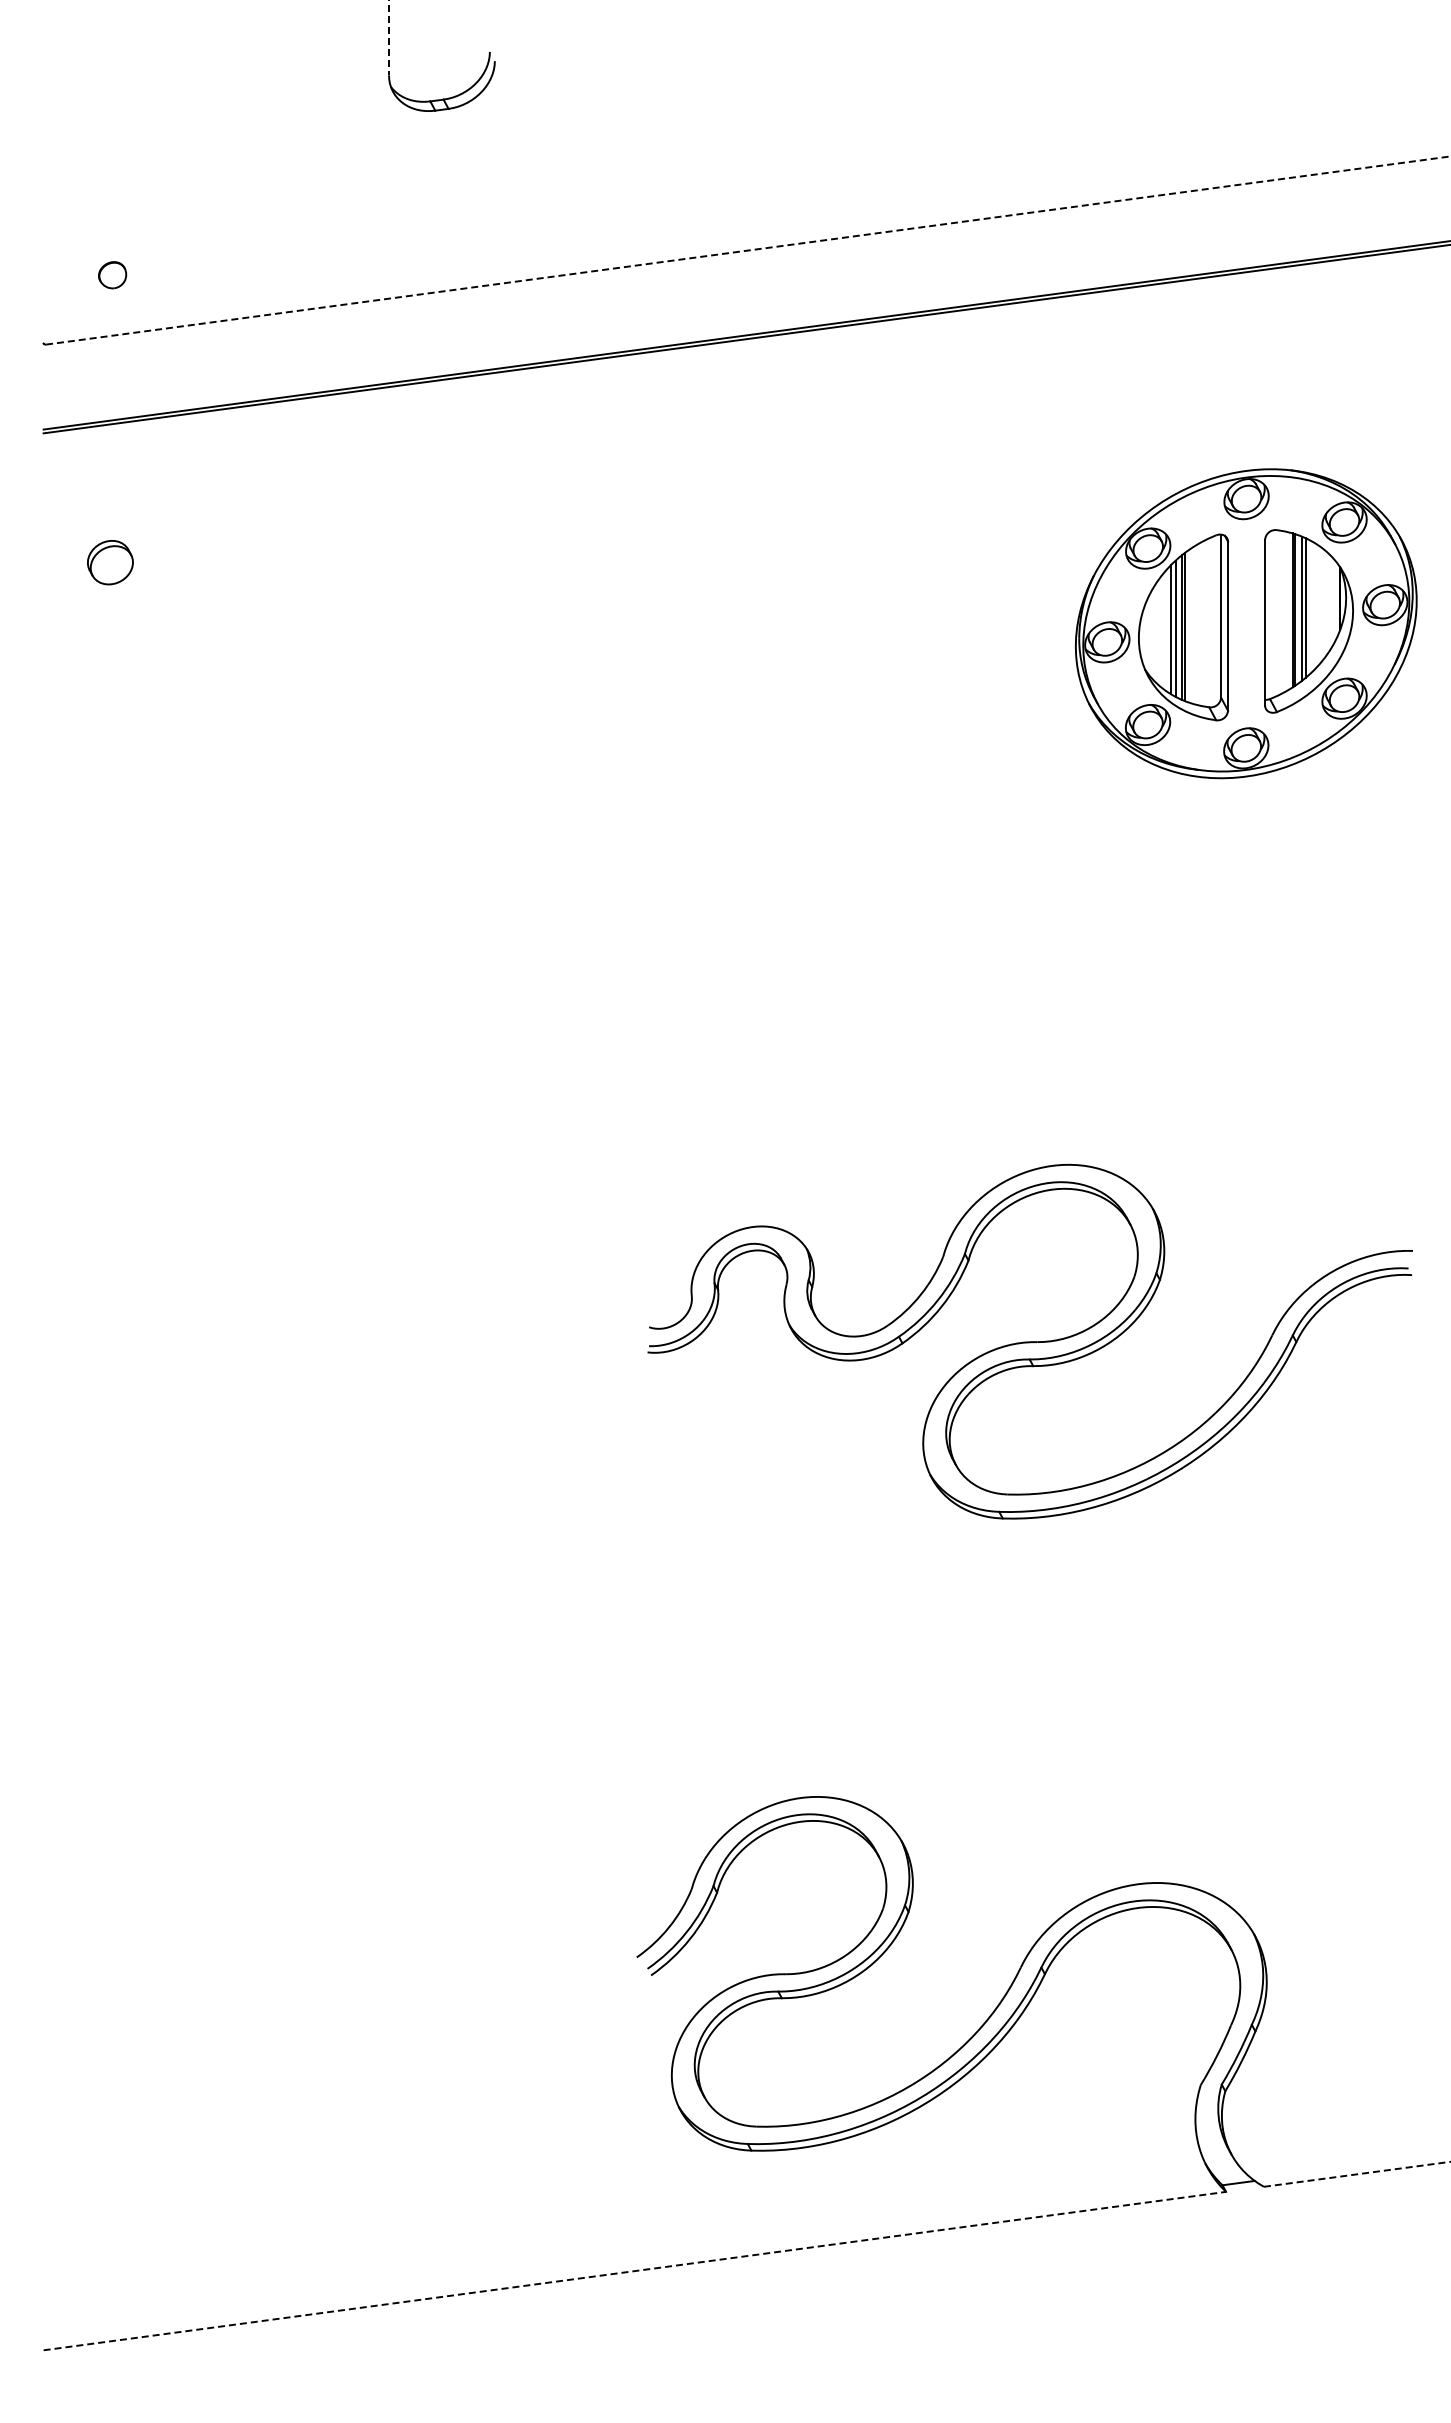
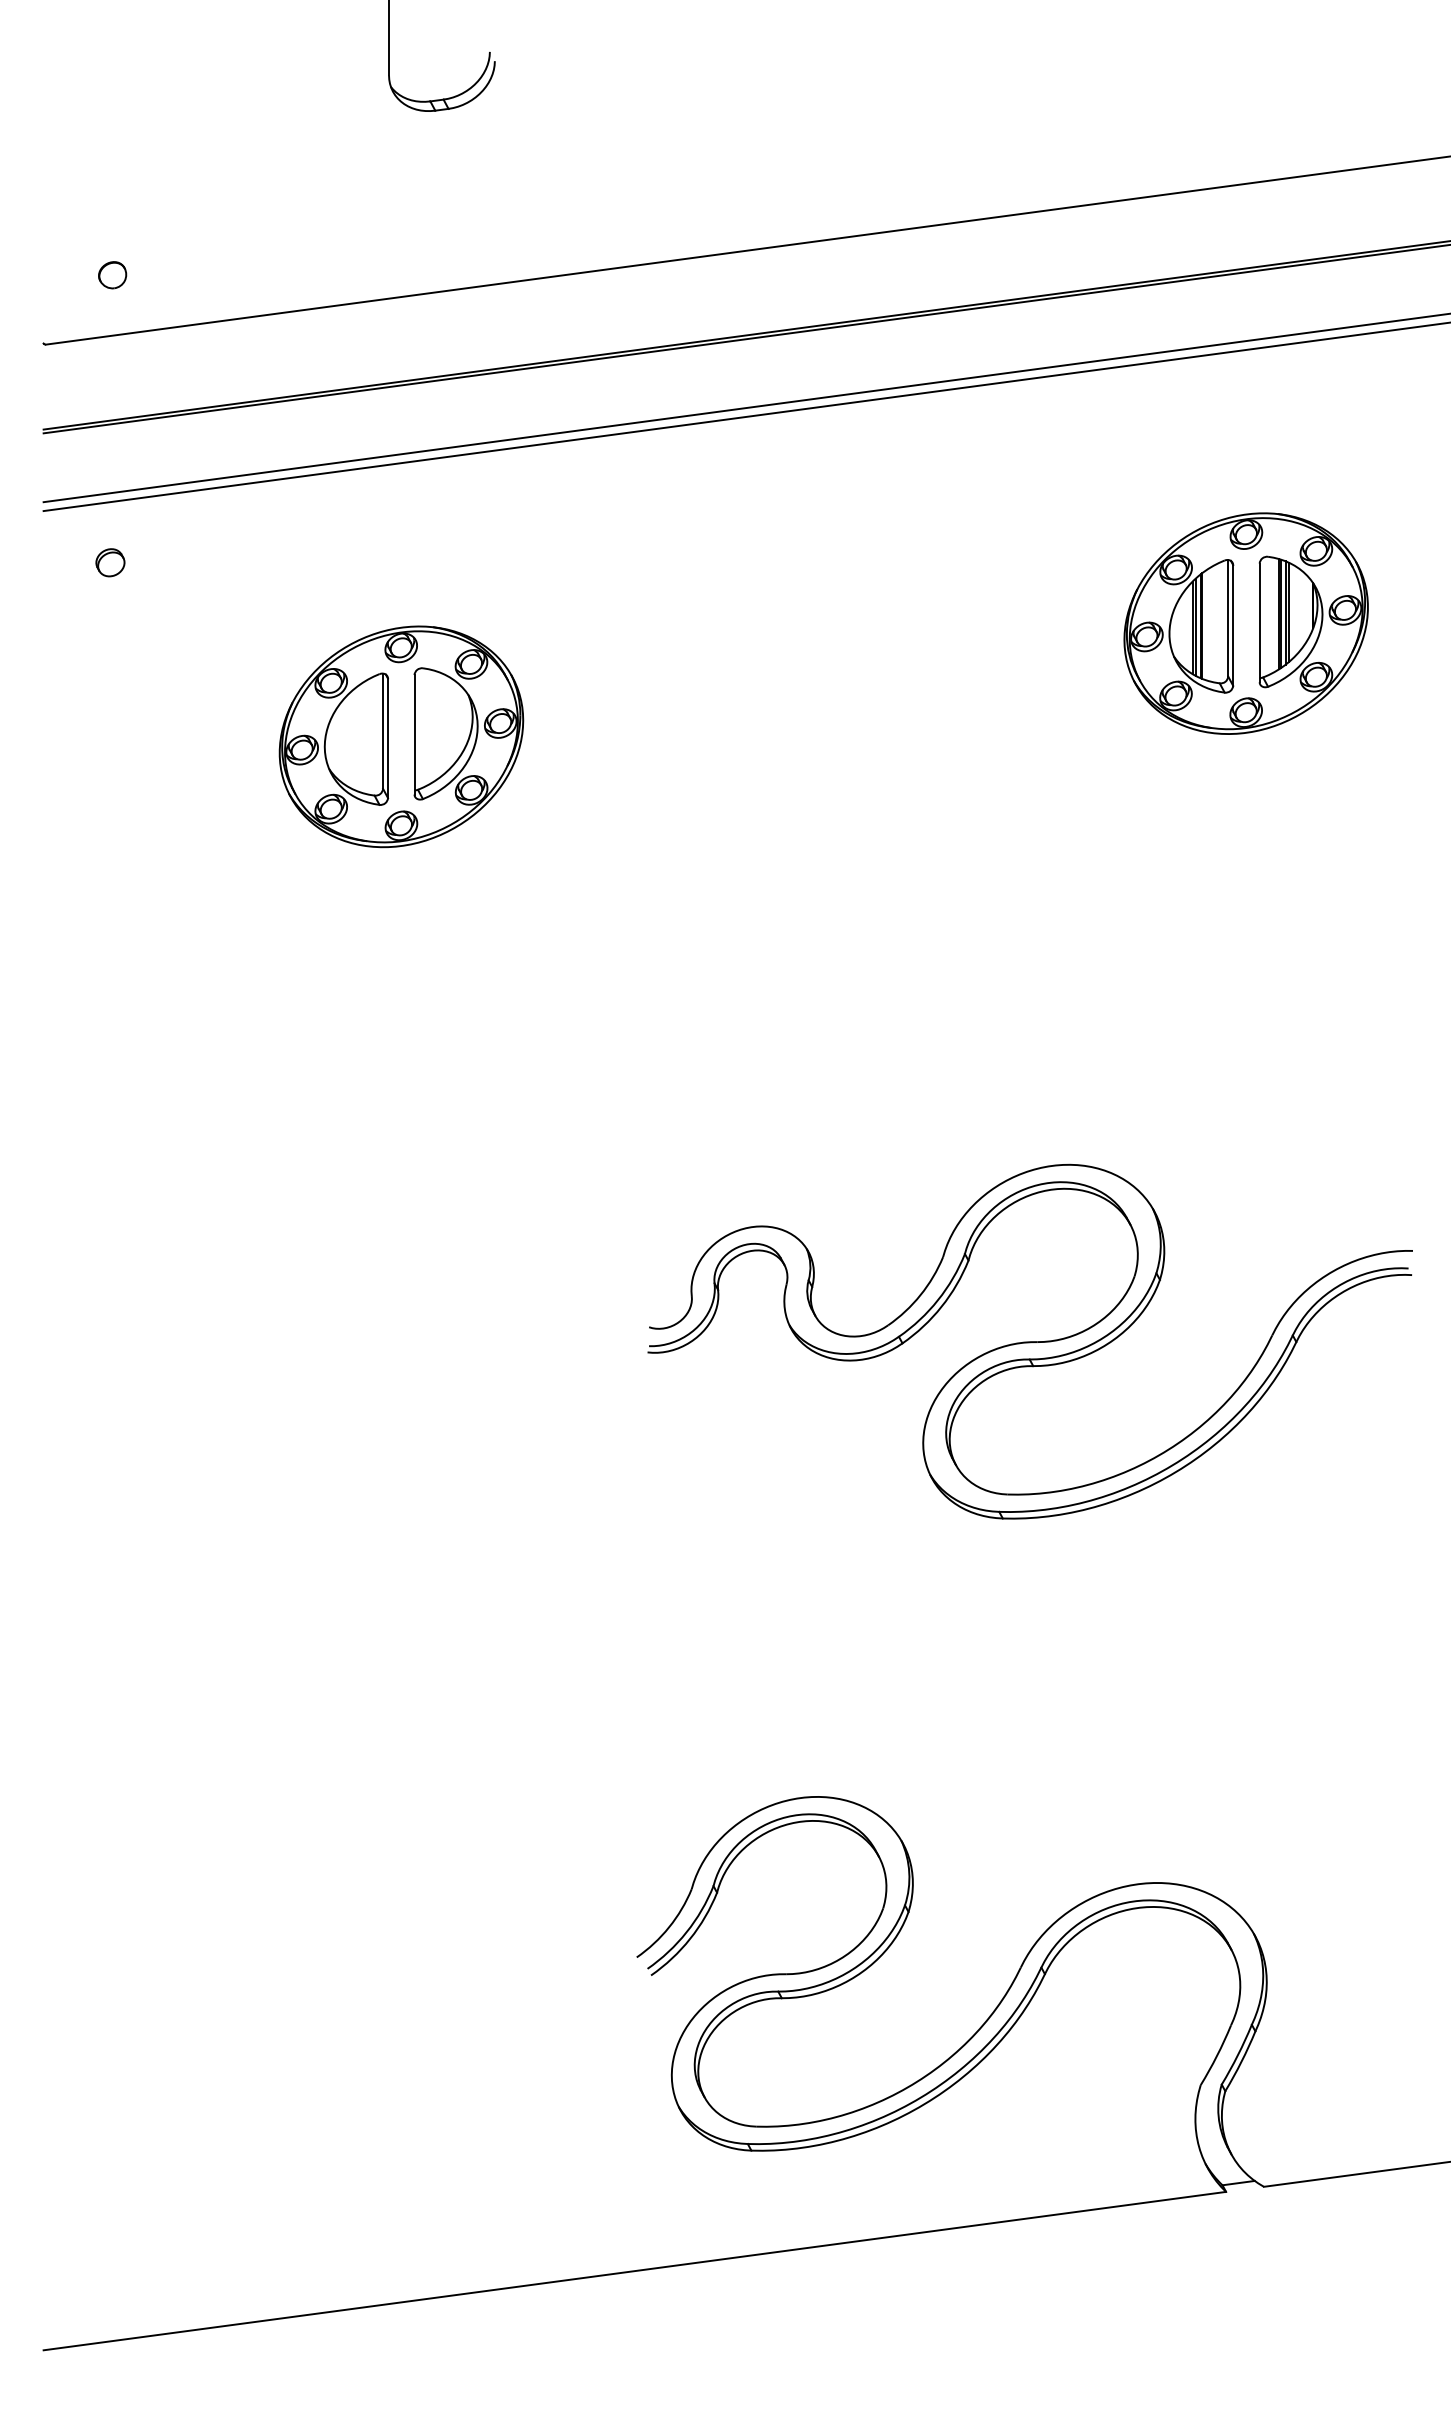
line at (389, 38): dashed -> solid
line at (748, 250): dashed -> solid
line at (745, 408): none -> present
line at (745, 417): none -> present
part at (110, 562) size: 47x46 px -> 31x30 px
part at (1246, 623) size: 343x312 px -> 246x223 px
part at (401, 736): none -> present
line at (1357, 2174): dashed -> solid
line at (634, 2271): dashed -> solid
